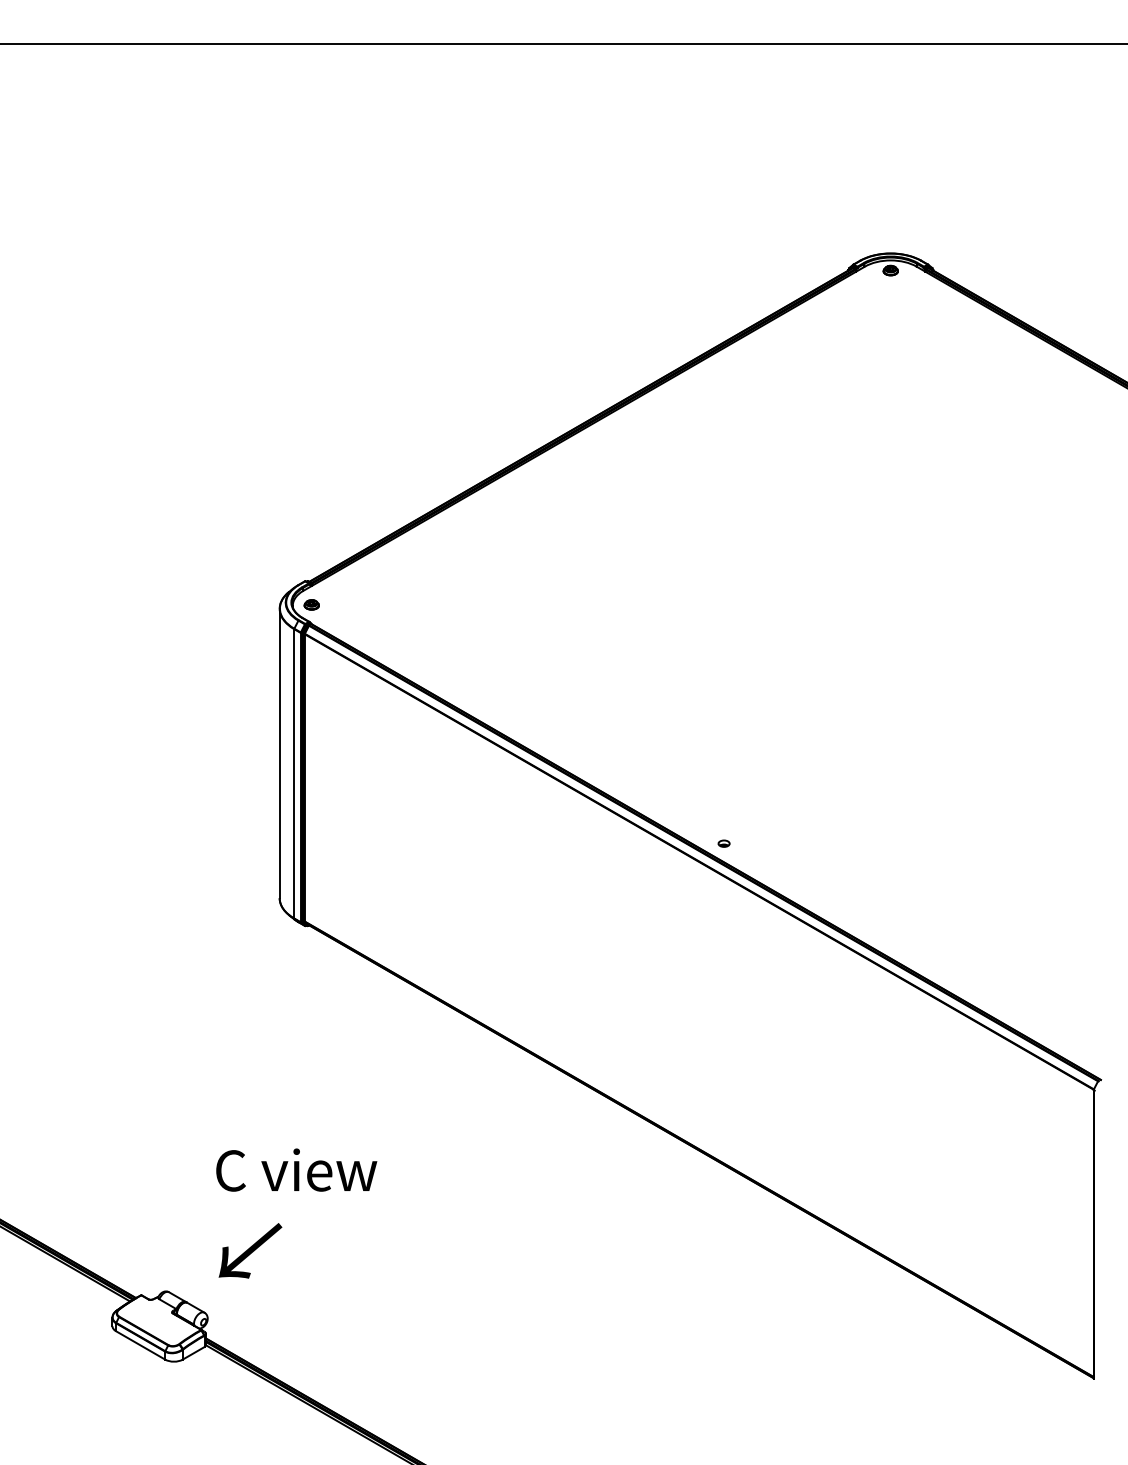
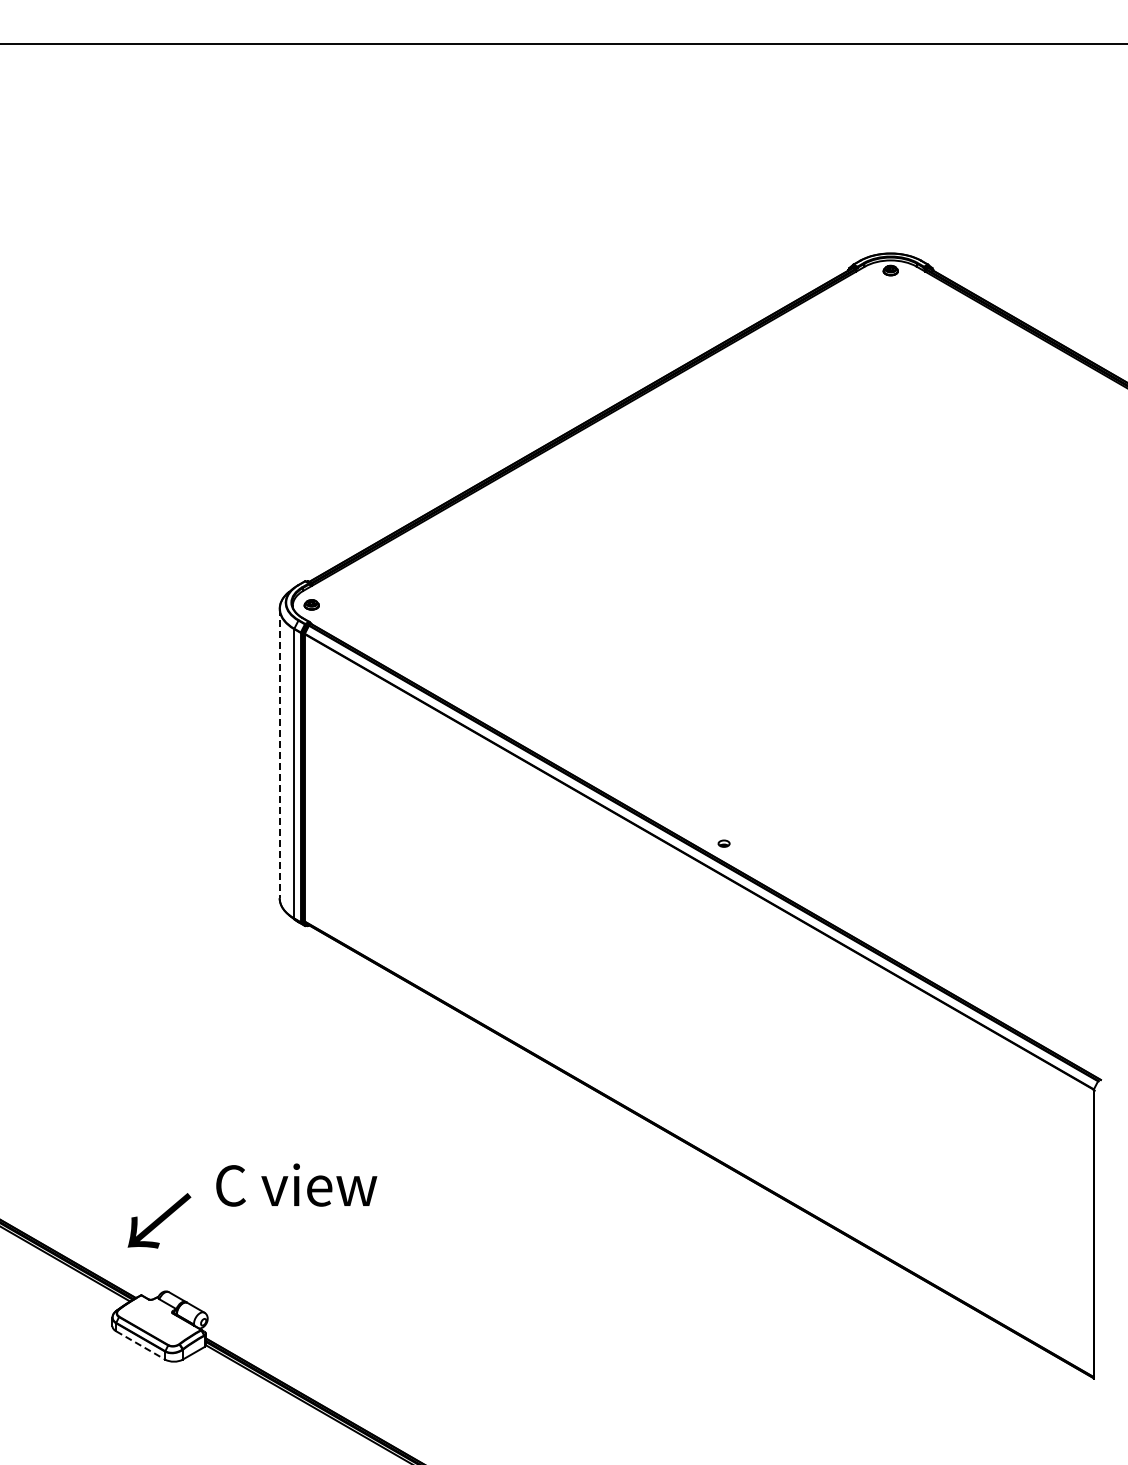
line at (279, 753): solid -> dashed
text at (296, 1169) position: (296, 1169) -> (296, 1184)
text at (250, 1250) position: (250, 1250) -> (159, 1220)
line at (141, 1345): solid -> dashed
